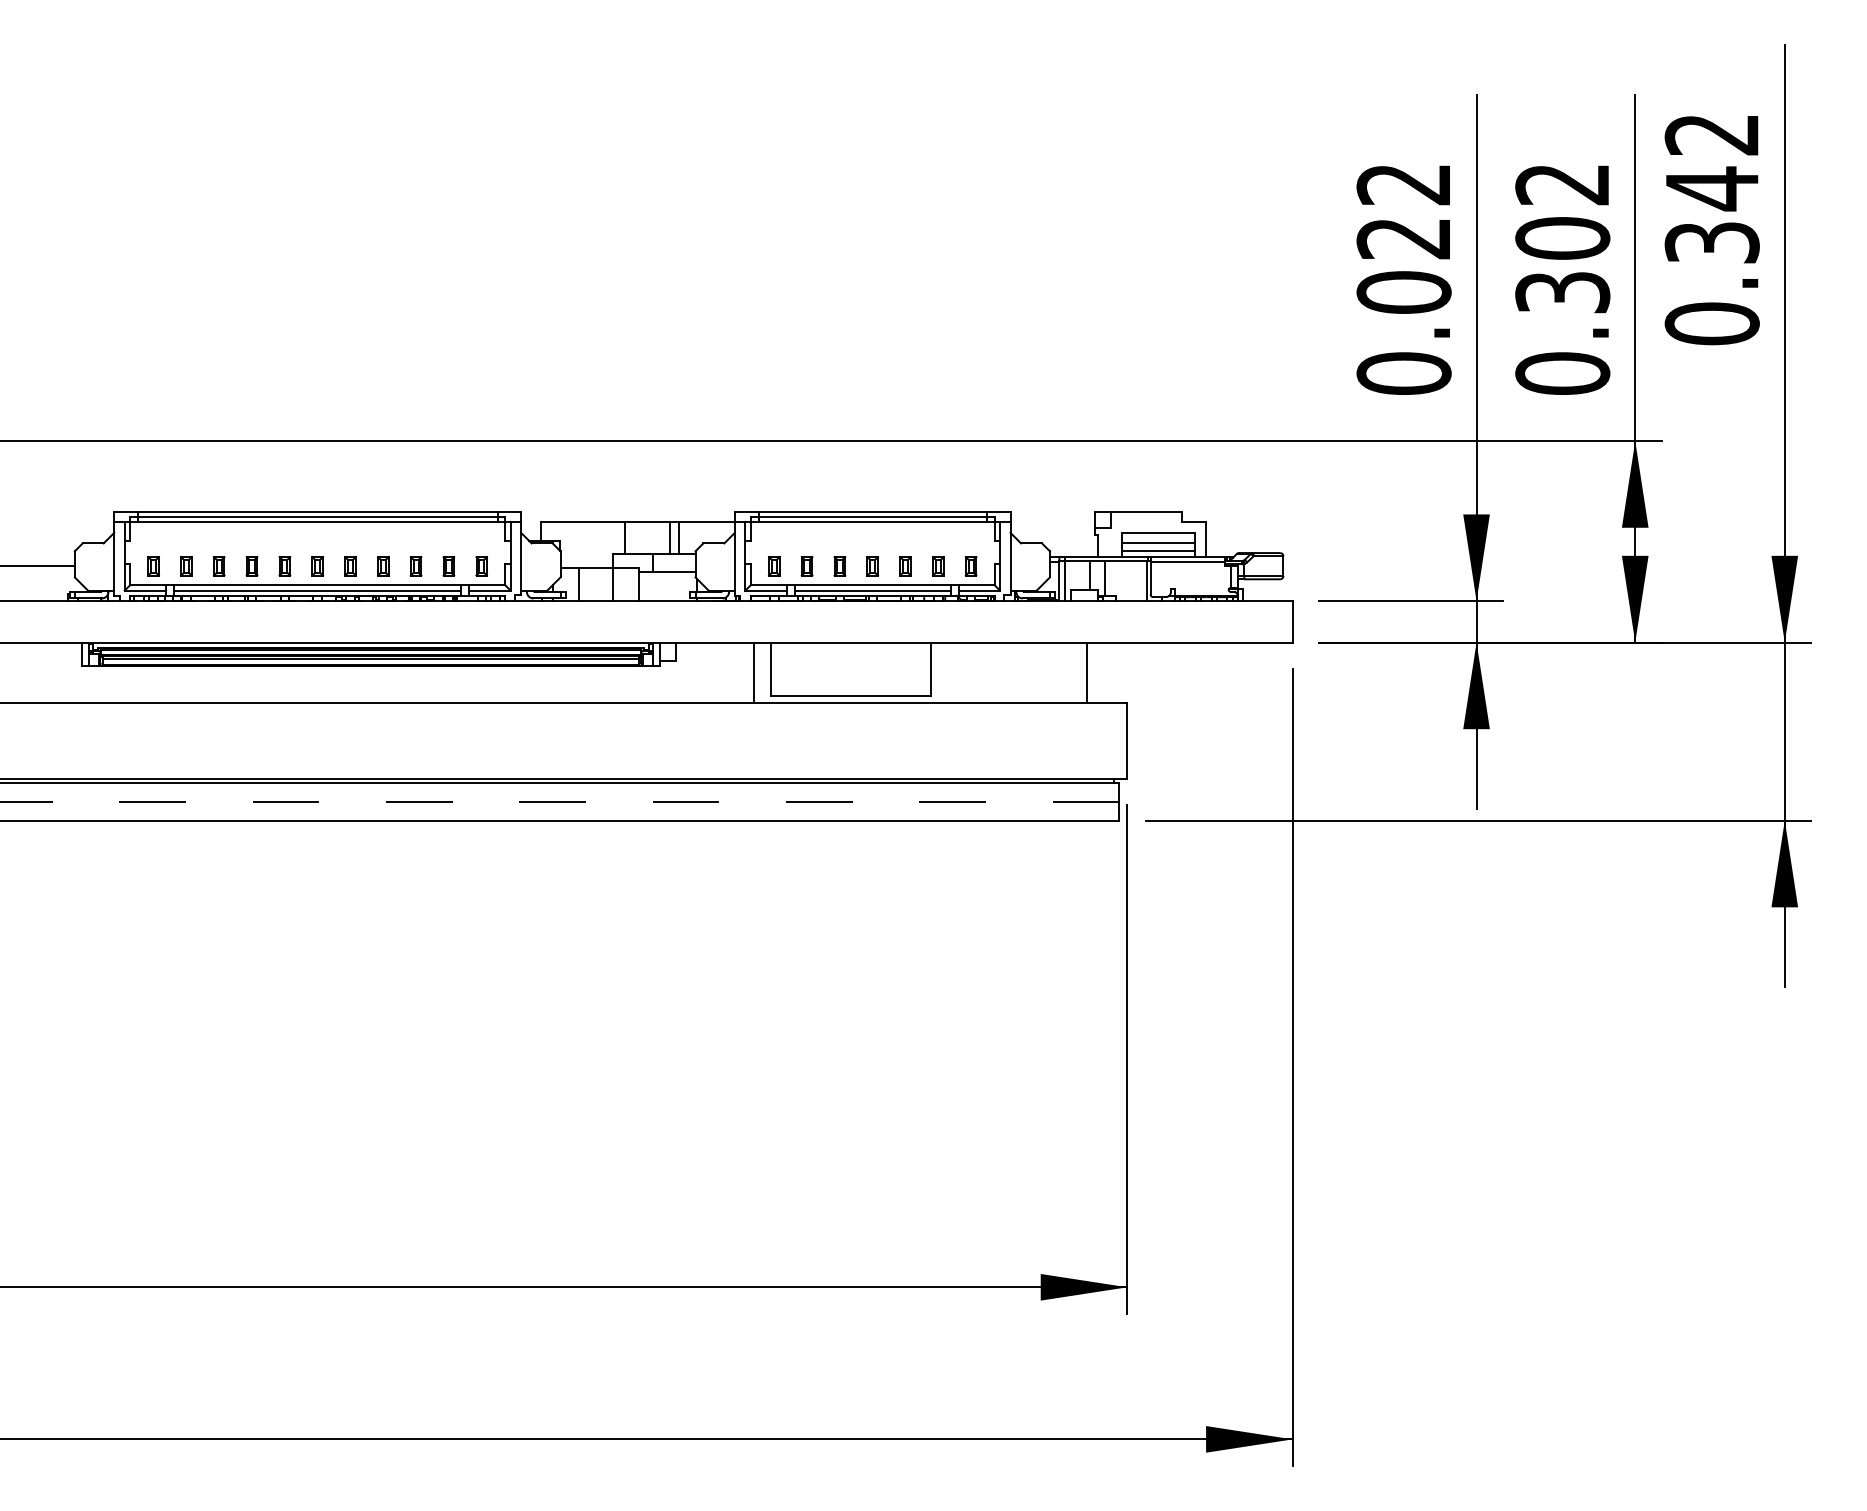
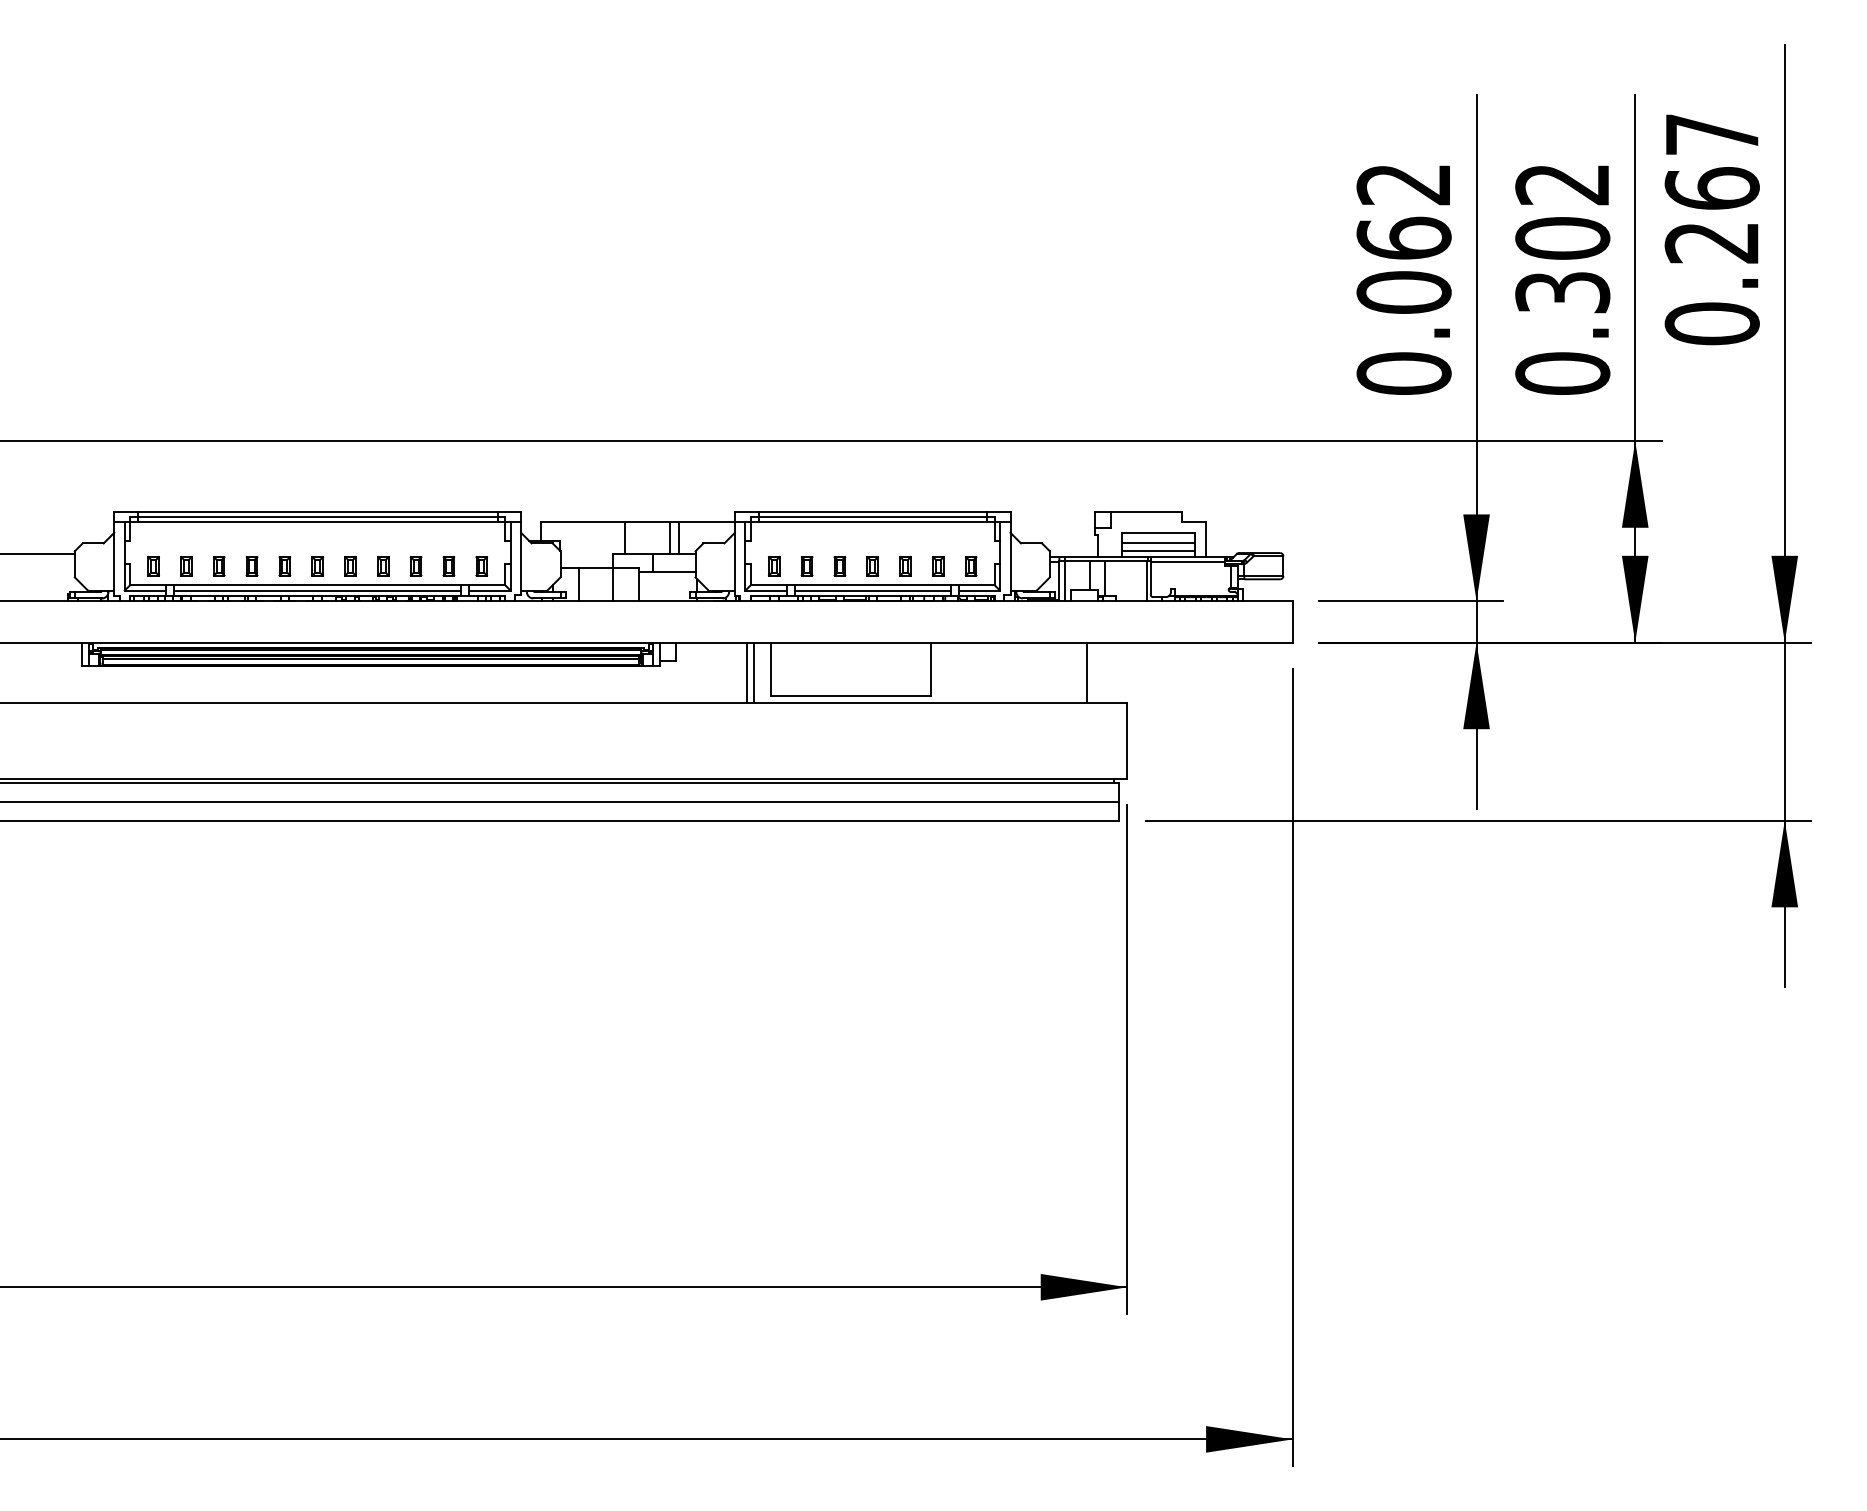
text at (1711, 188): 0.342 -> 0.267
text at (1403, 237): 0.022 -> 0.062
line at (38, 566) position: (38, 566) -> (38, 554)
line at (747, 672): none -> present
line at (559, 802): dashed -> solid
